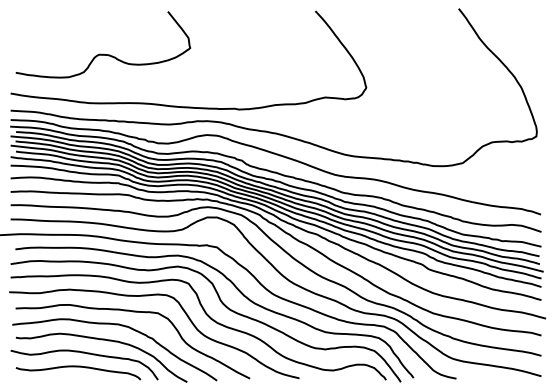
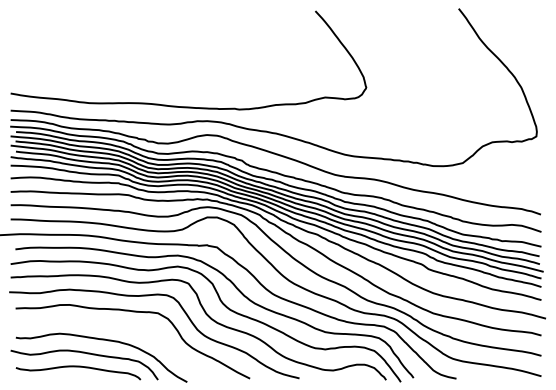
curve at (102, 53): present -> none
curve at (115, 325): present -> none
